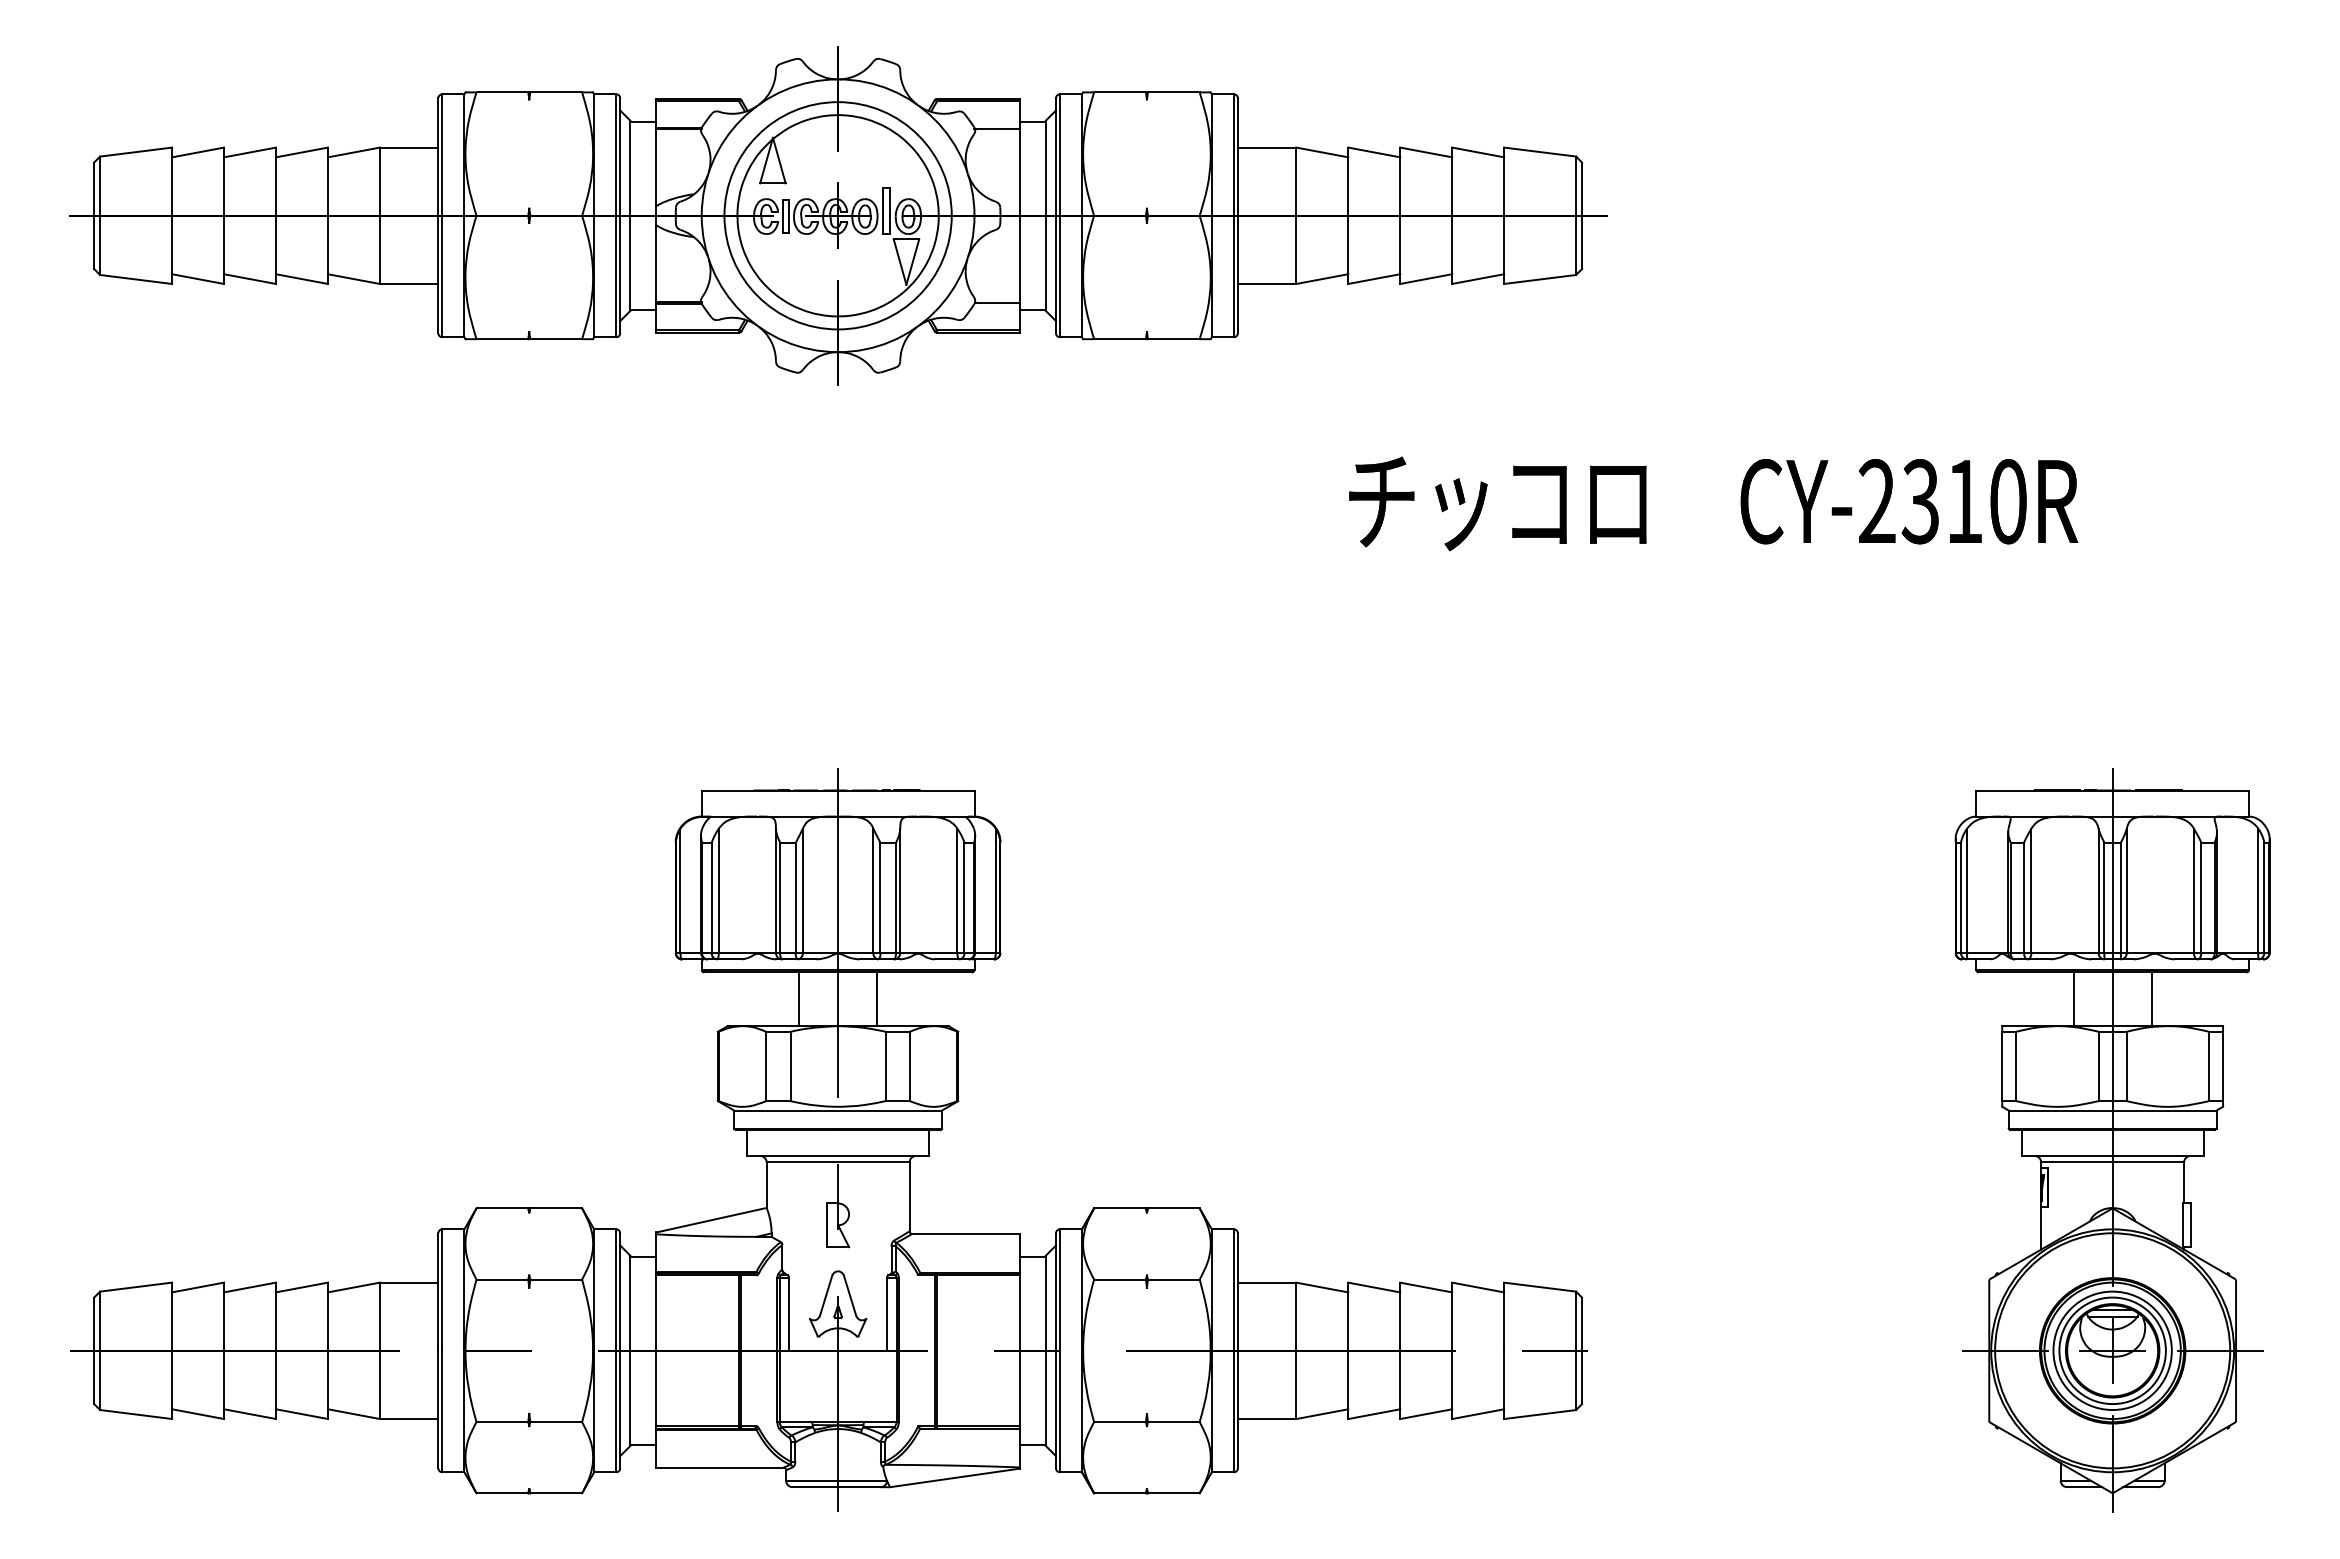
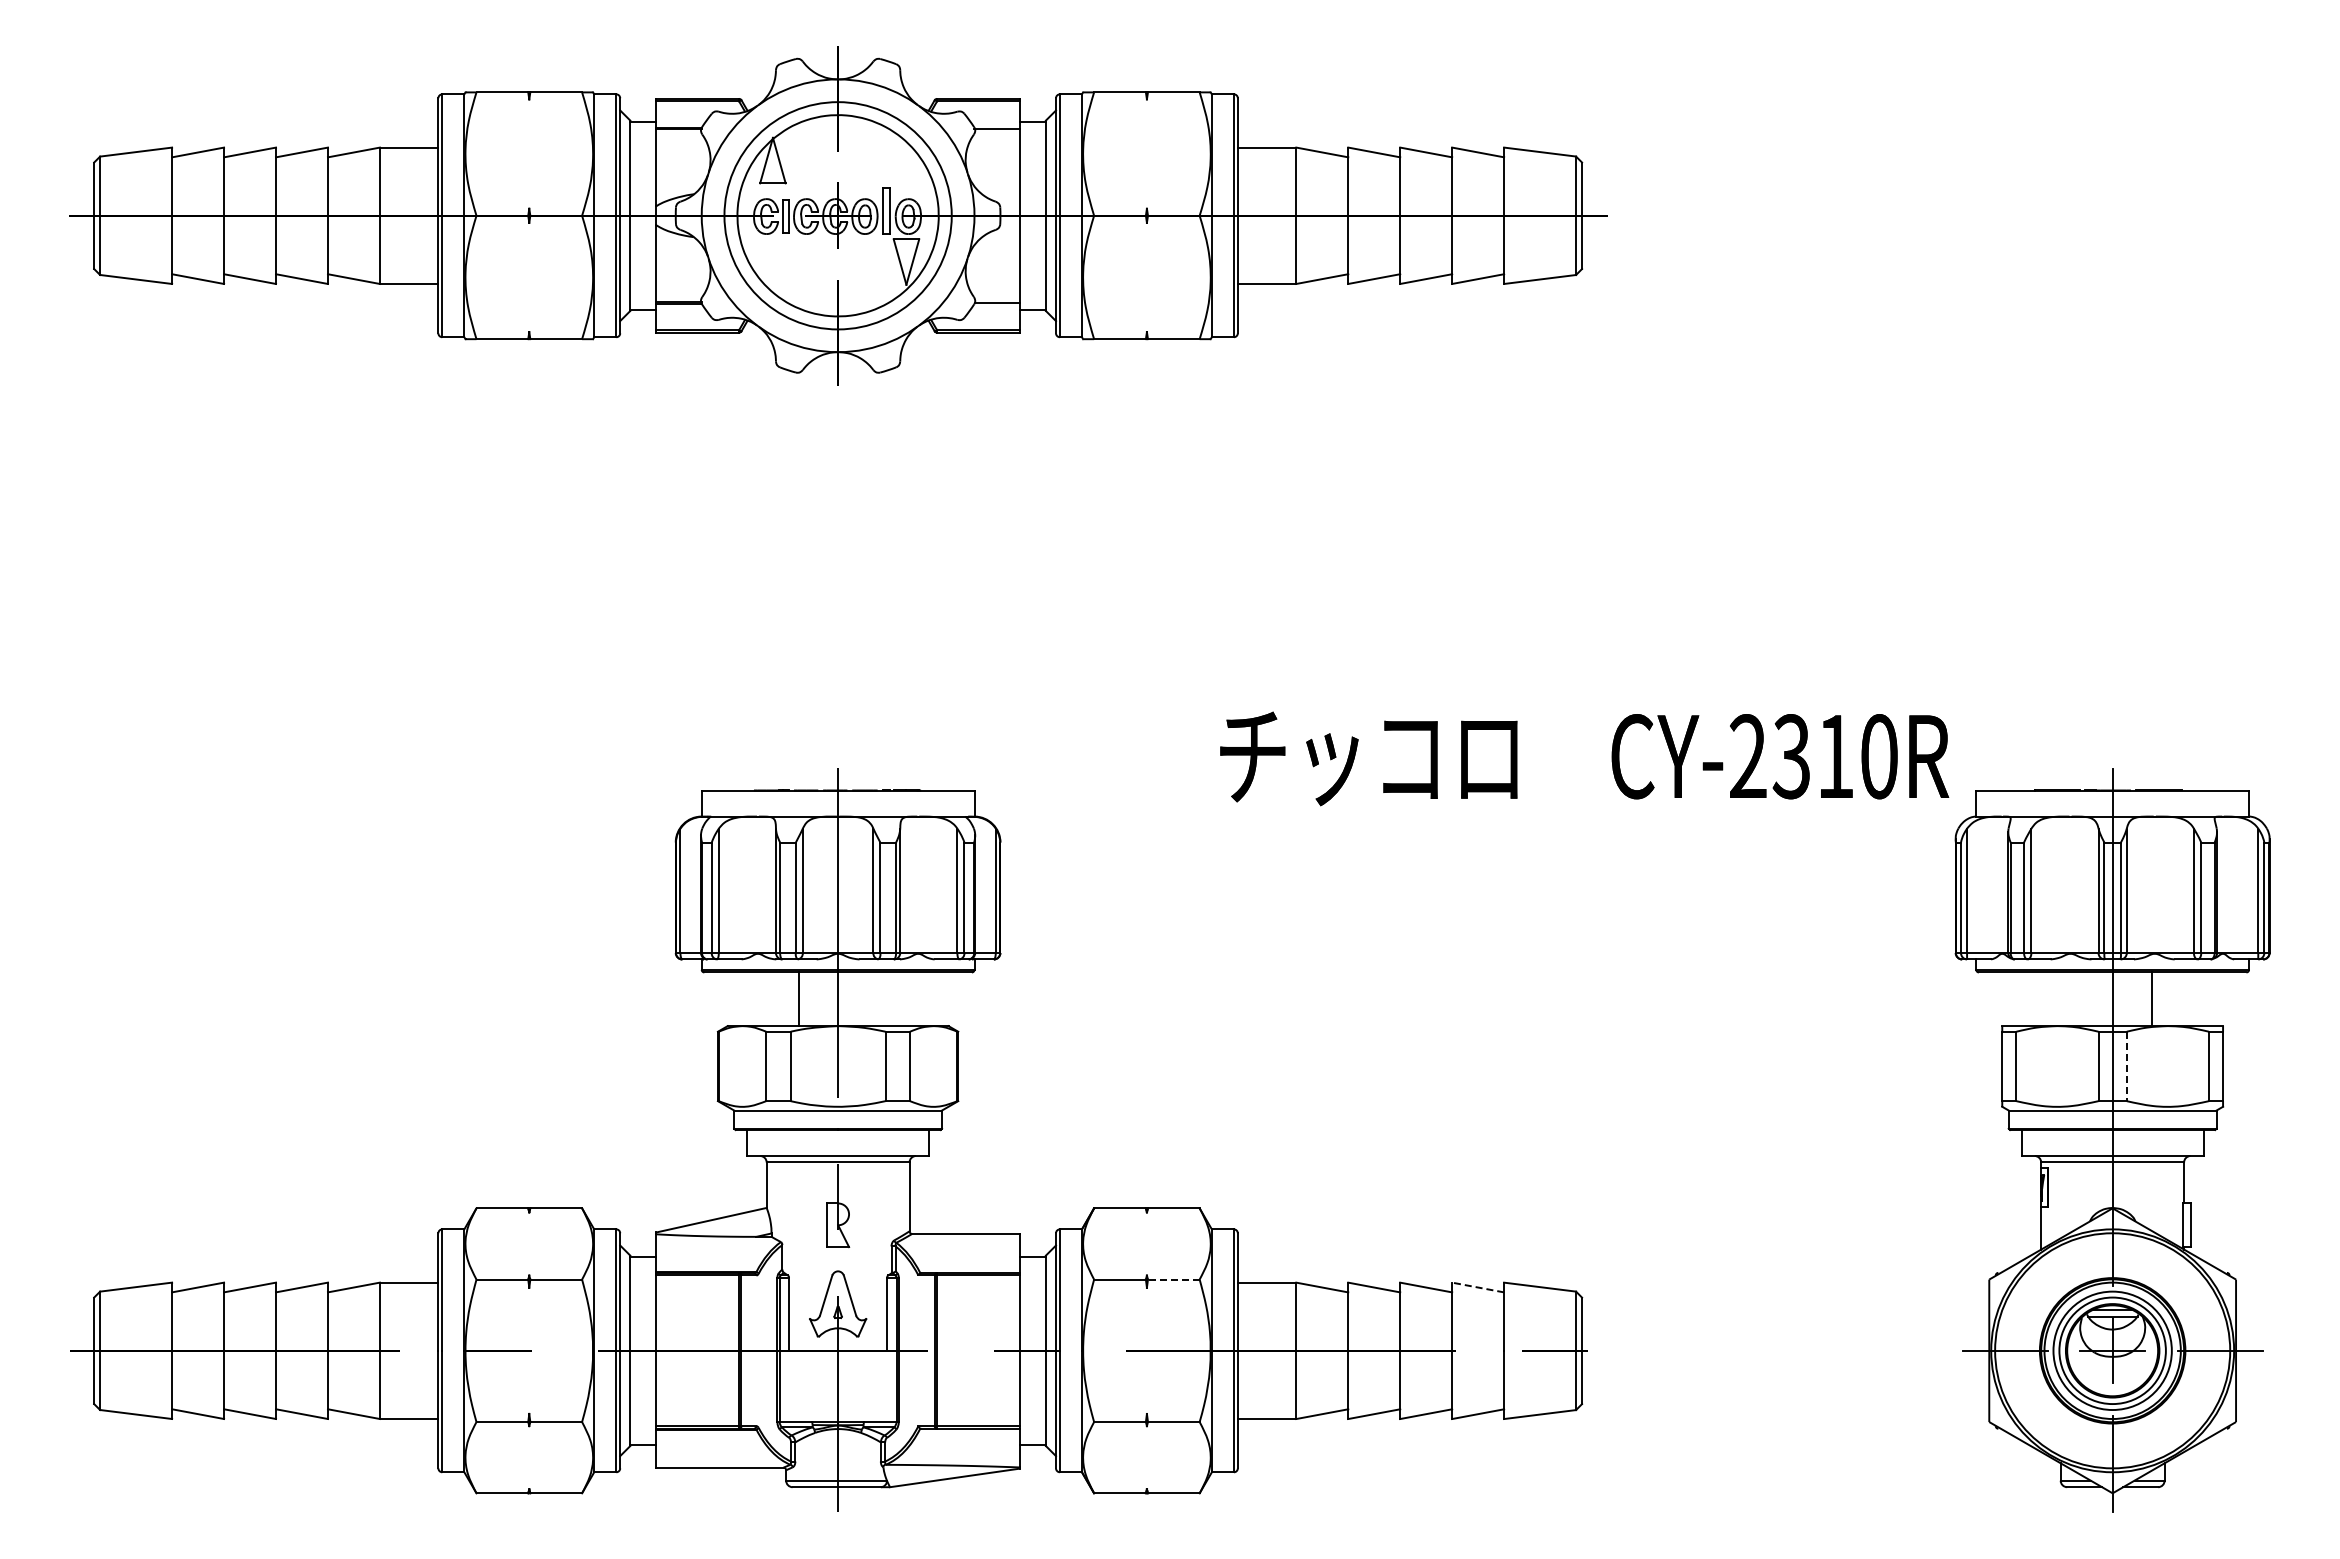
text at (1713, 503) position: (1713, 503) -> (1584, 758)
line at (877, 999): present -> none
line at (2073, 999): present -> none
line at (2126, 1066): solid -> dashed
line at (1173, 1279): solid -> dashed
line at (1477, 1287): solid -> dashed
